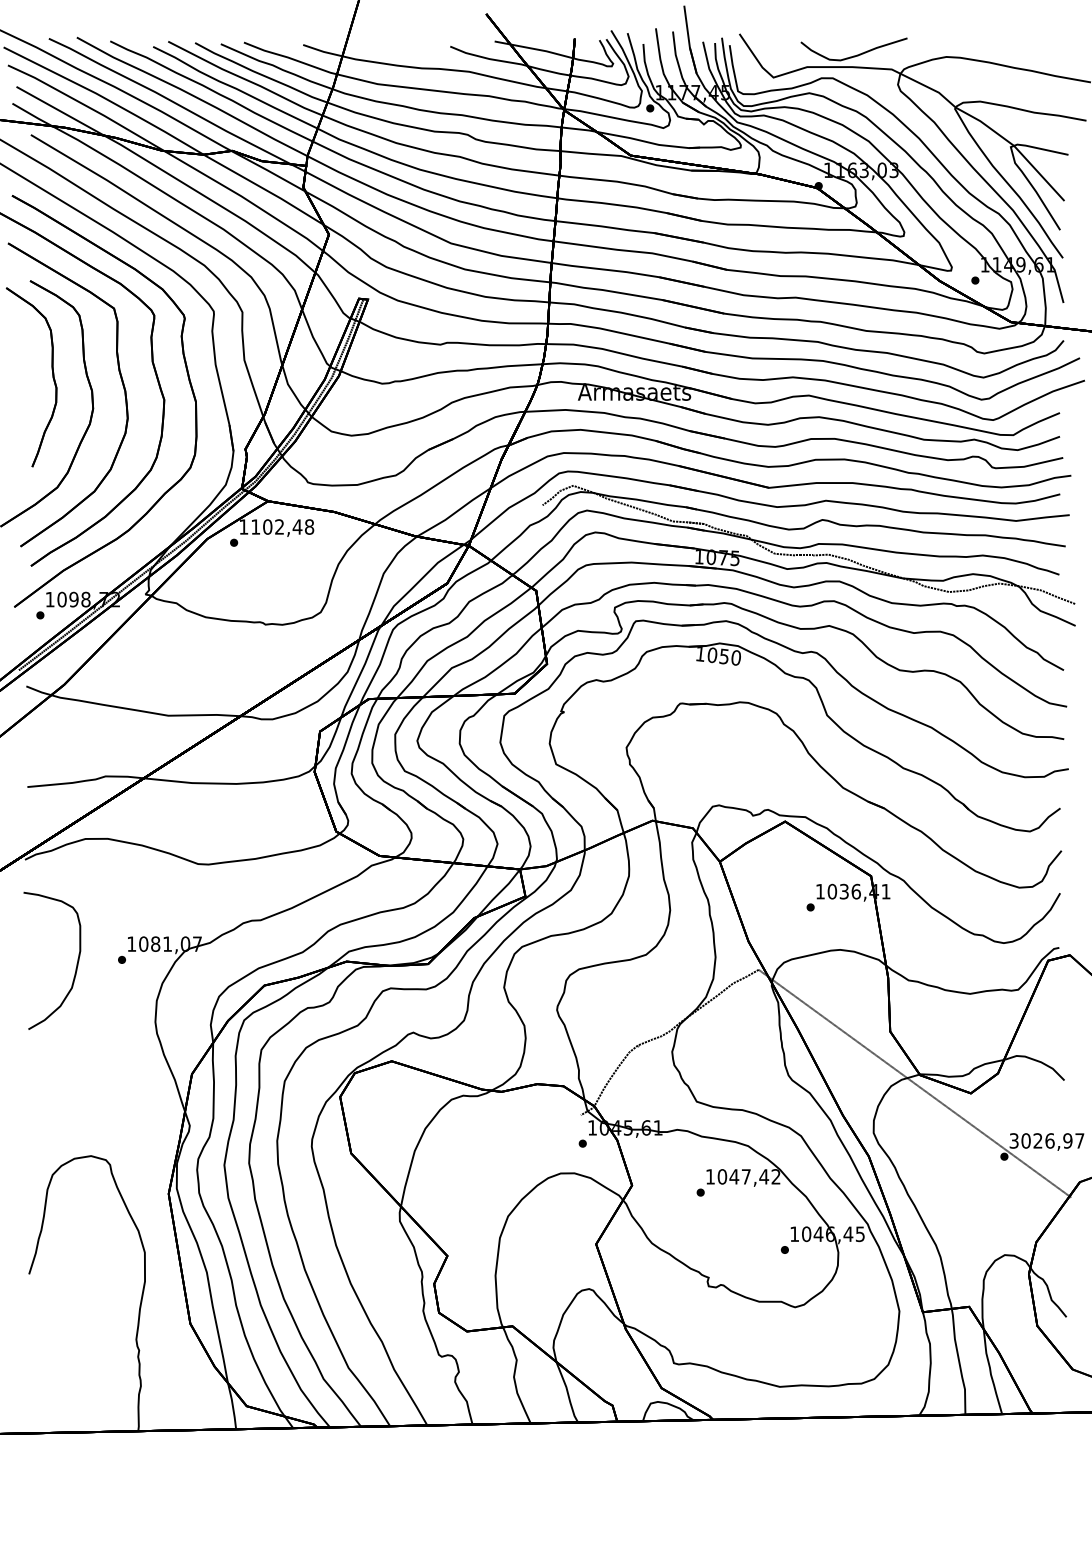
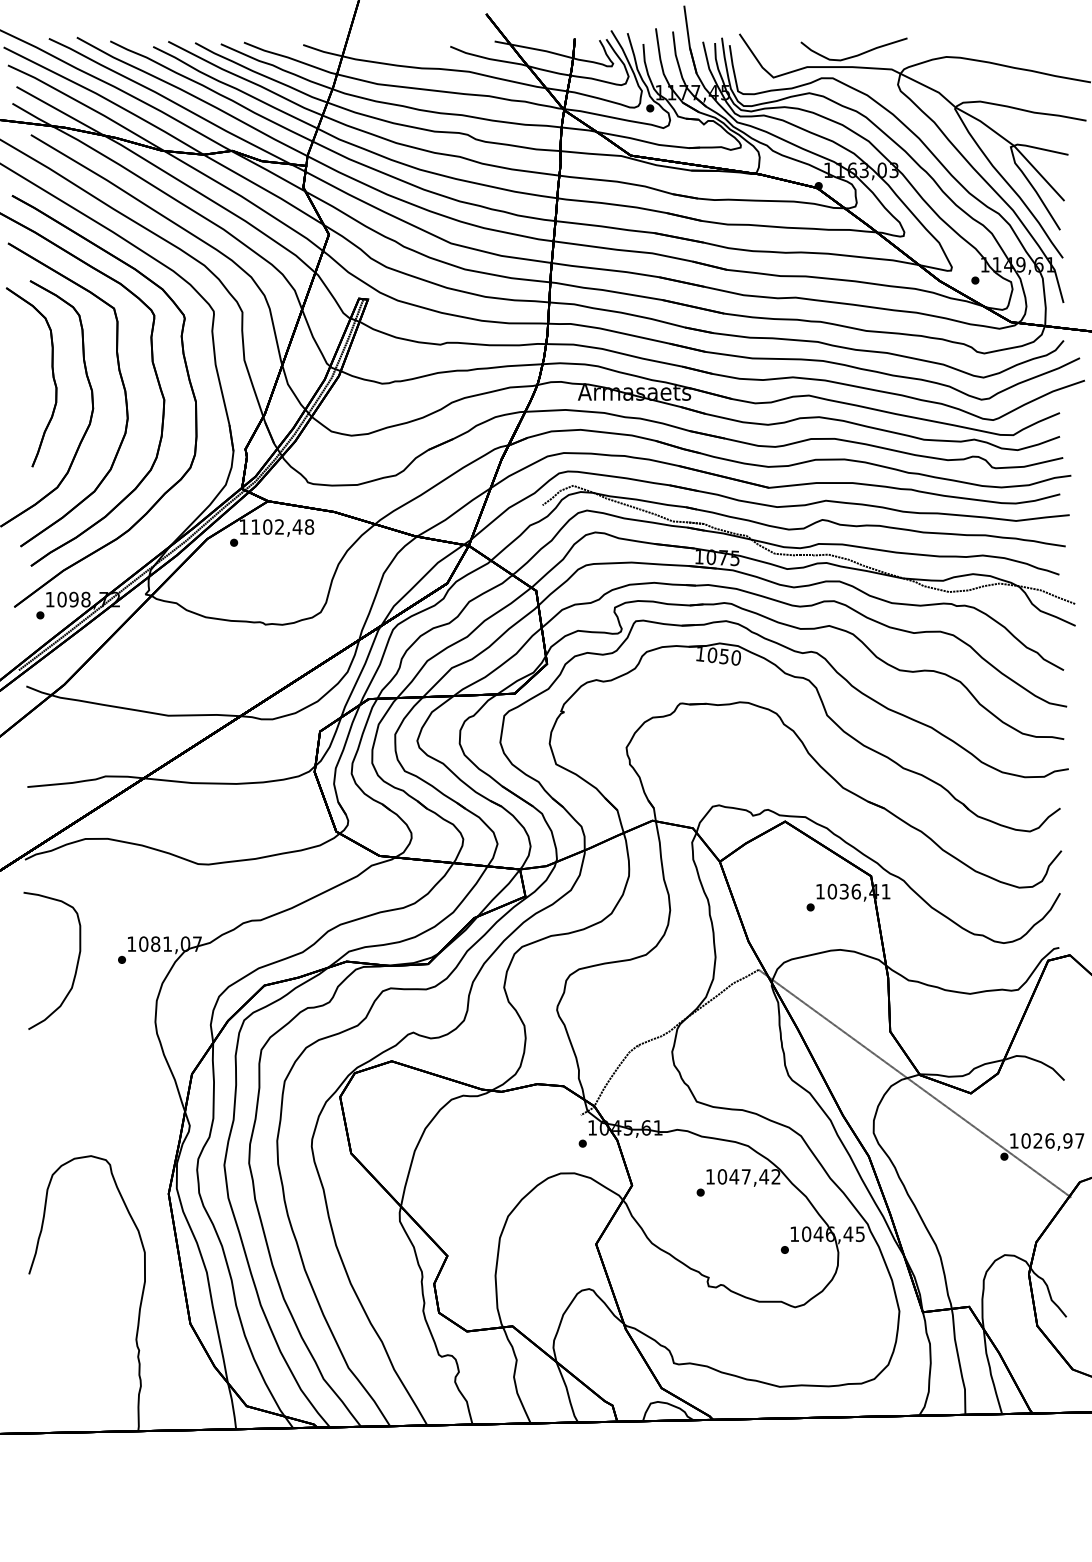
text at (1013, 1140): 3026,97 -> 1026,97
